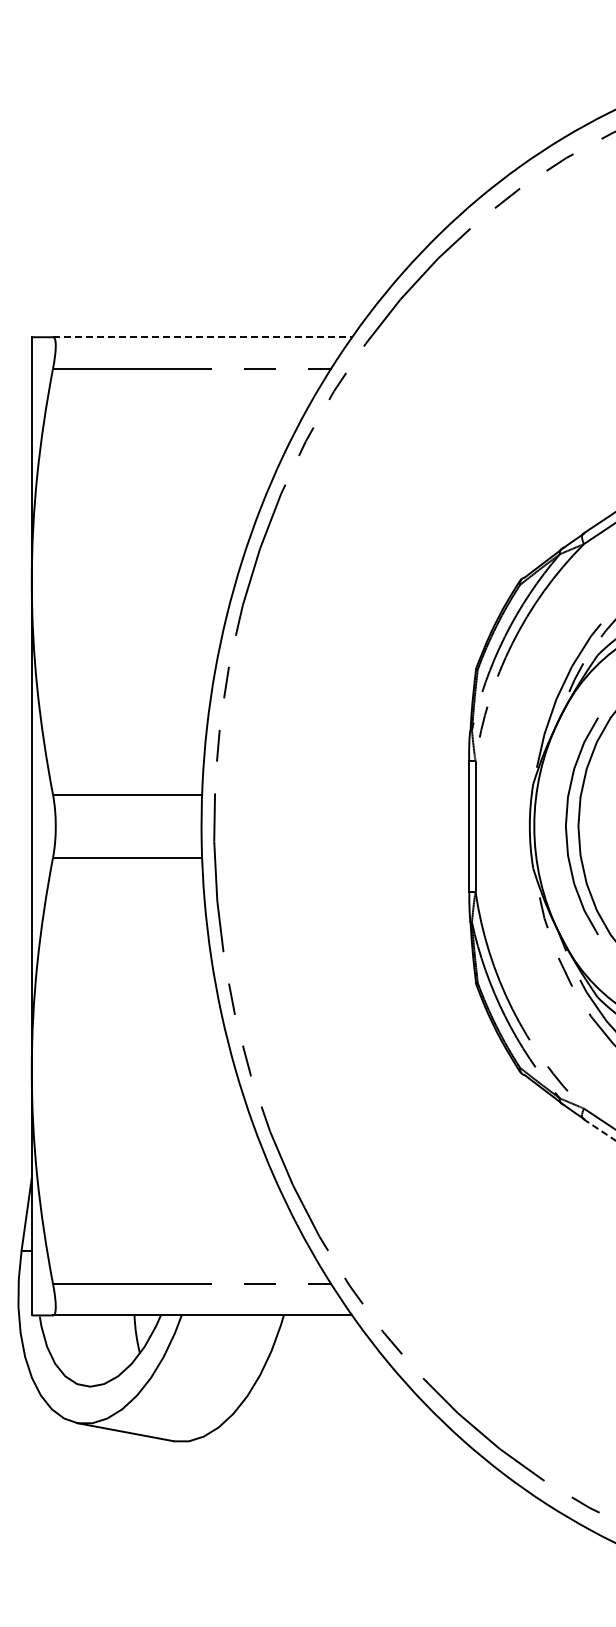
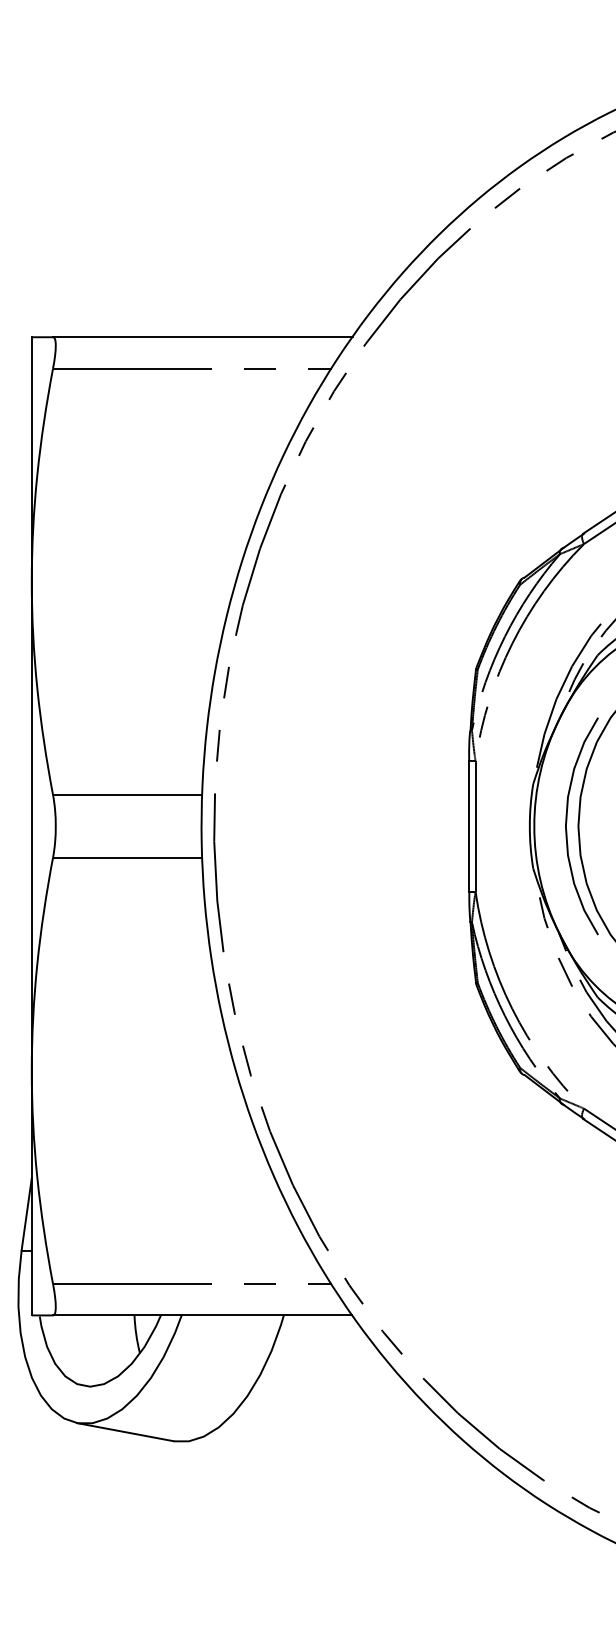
line at (202, 337): dashed -> solid
line at (599, 1130): dashed -> solid
